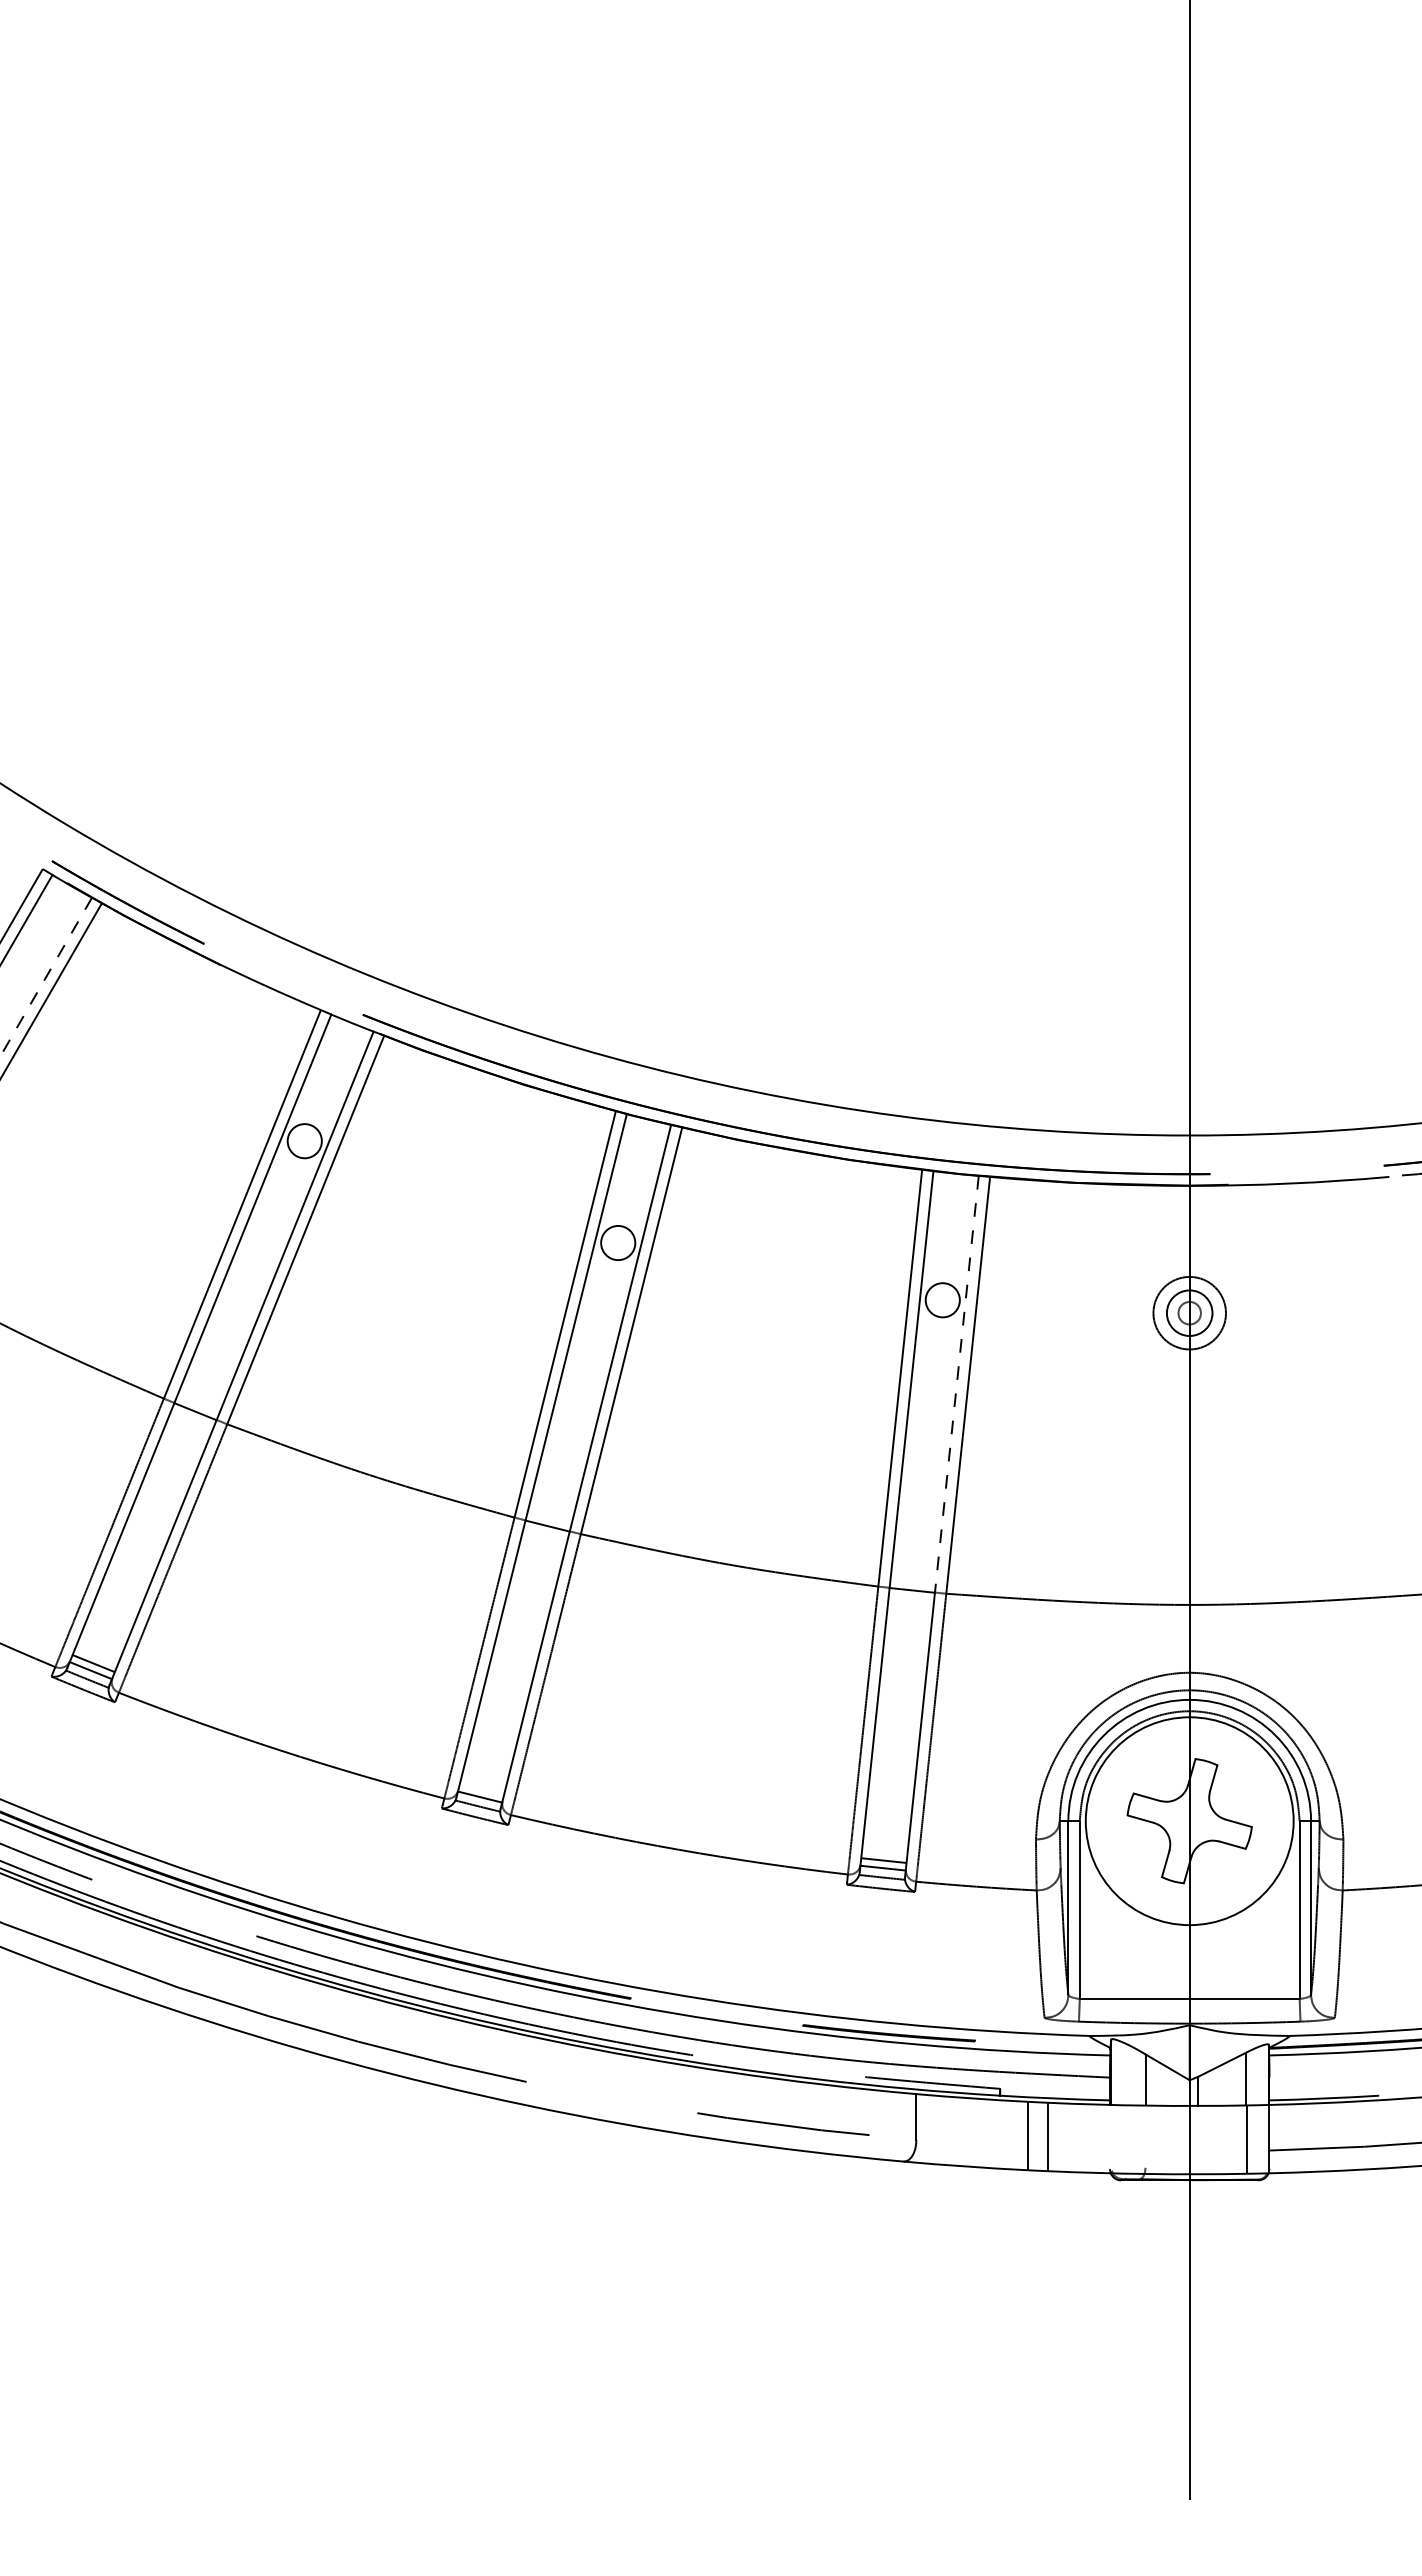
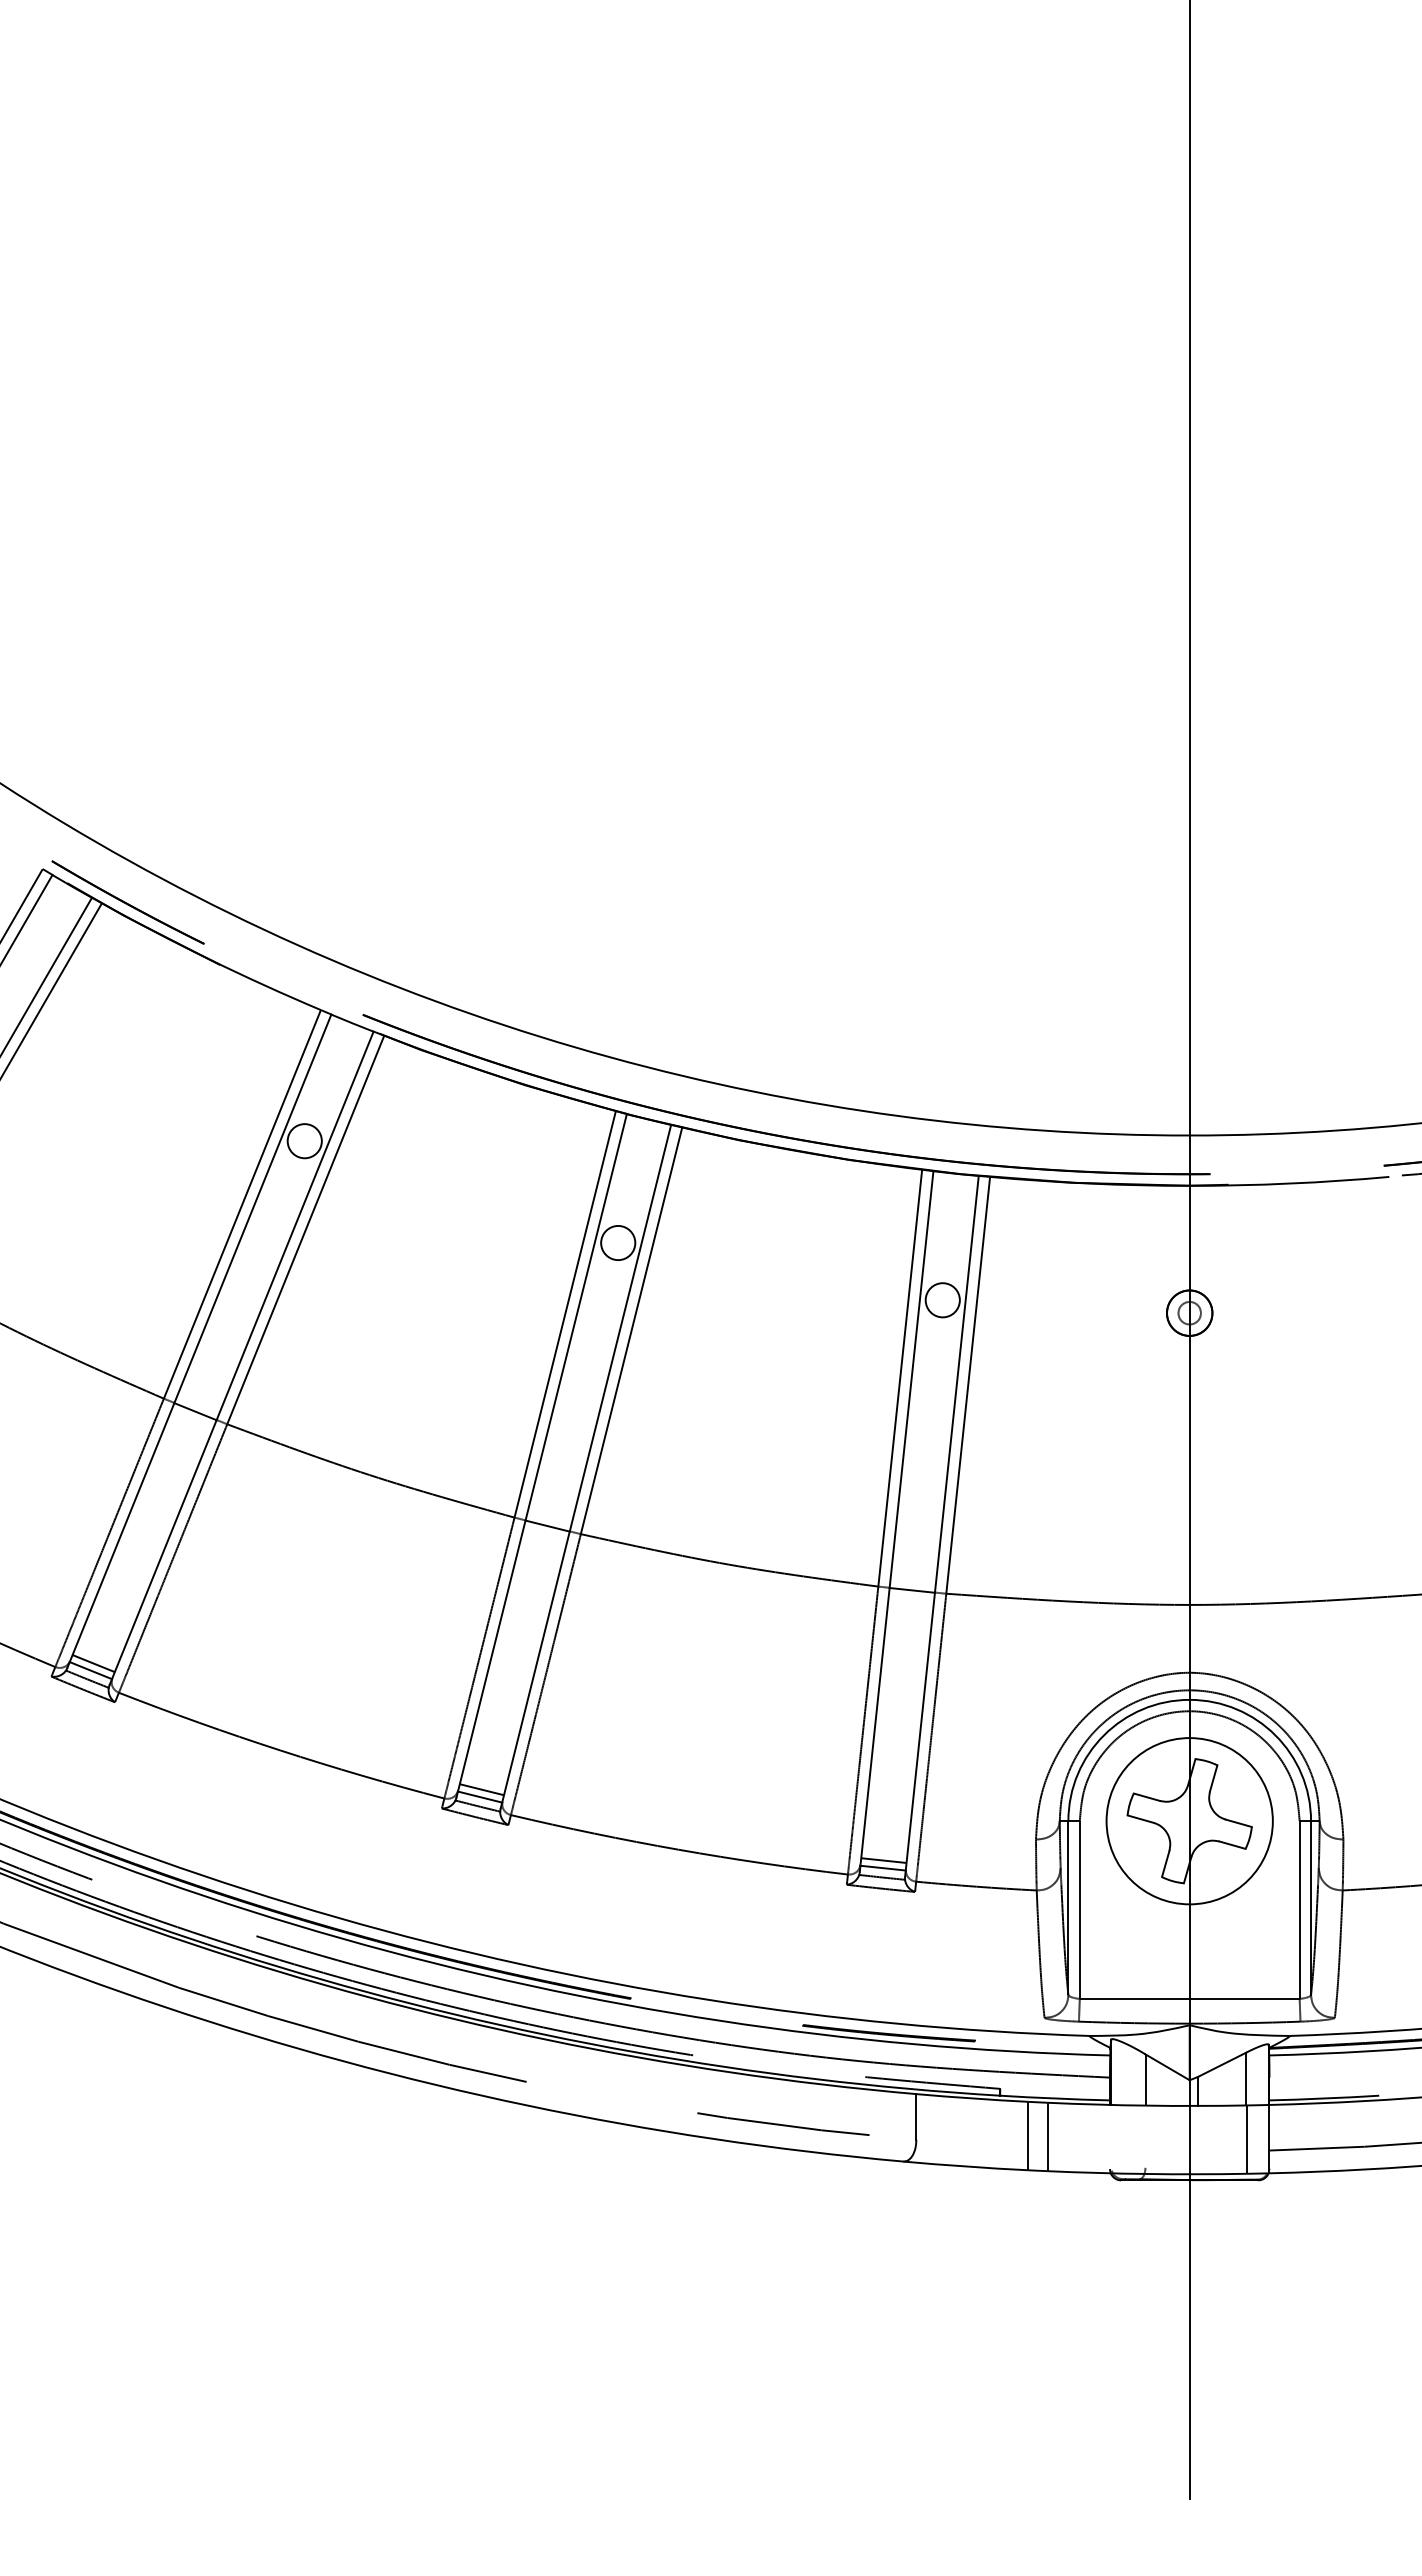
line at (46, 977): dashed -> solid
circle at (1189, 1312) diameter: 73 px -> 45 px
line at (956, 1384): dashed -> solid
line at (481, 1789): none -> present
circle at (1189, 1821) diameter: 208 px -> 166 px
